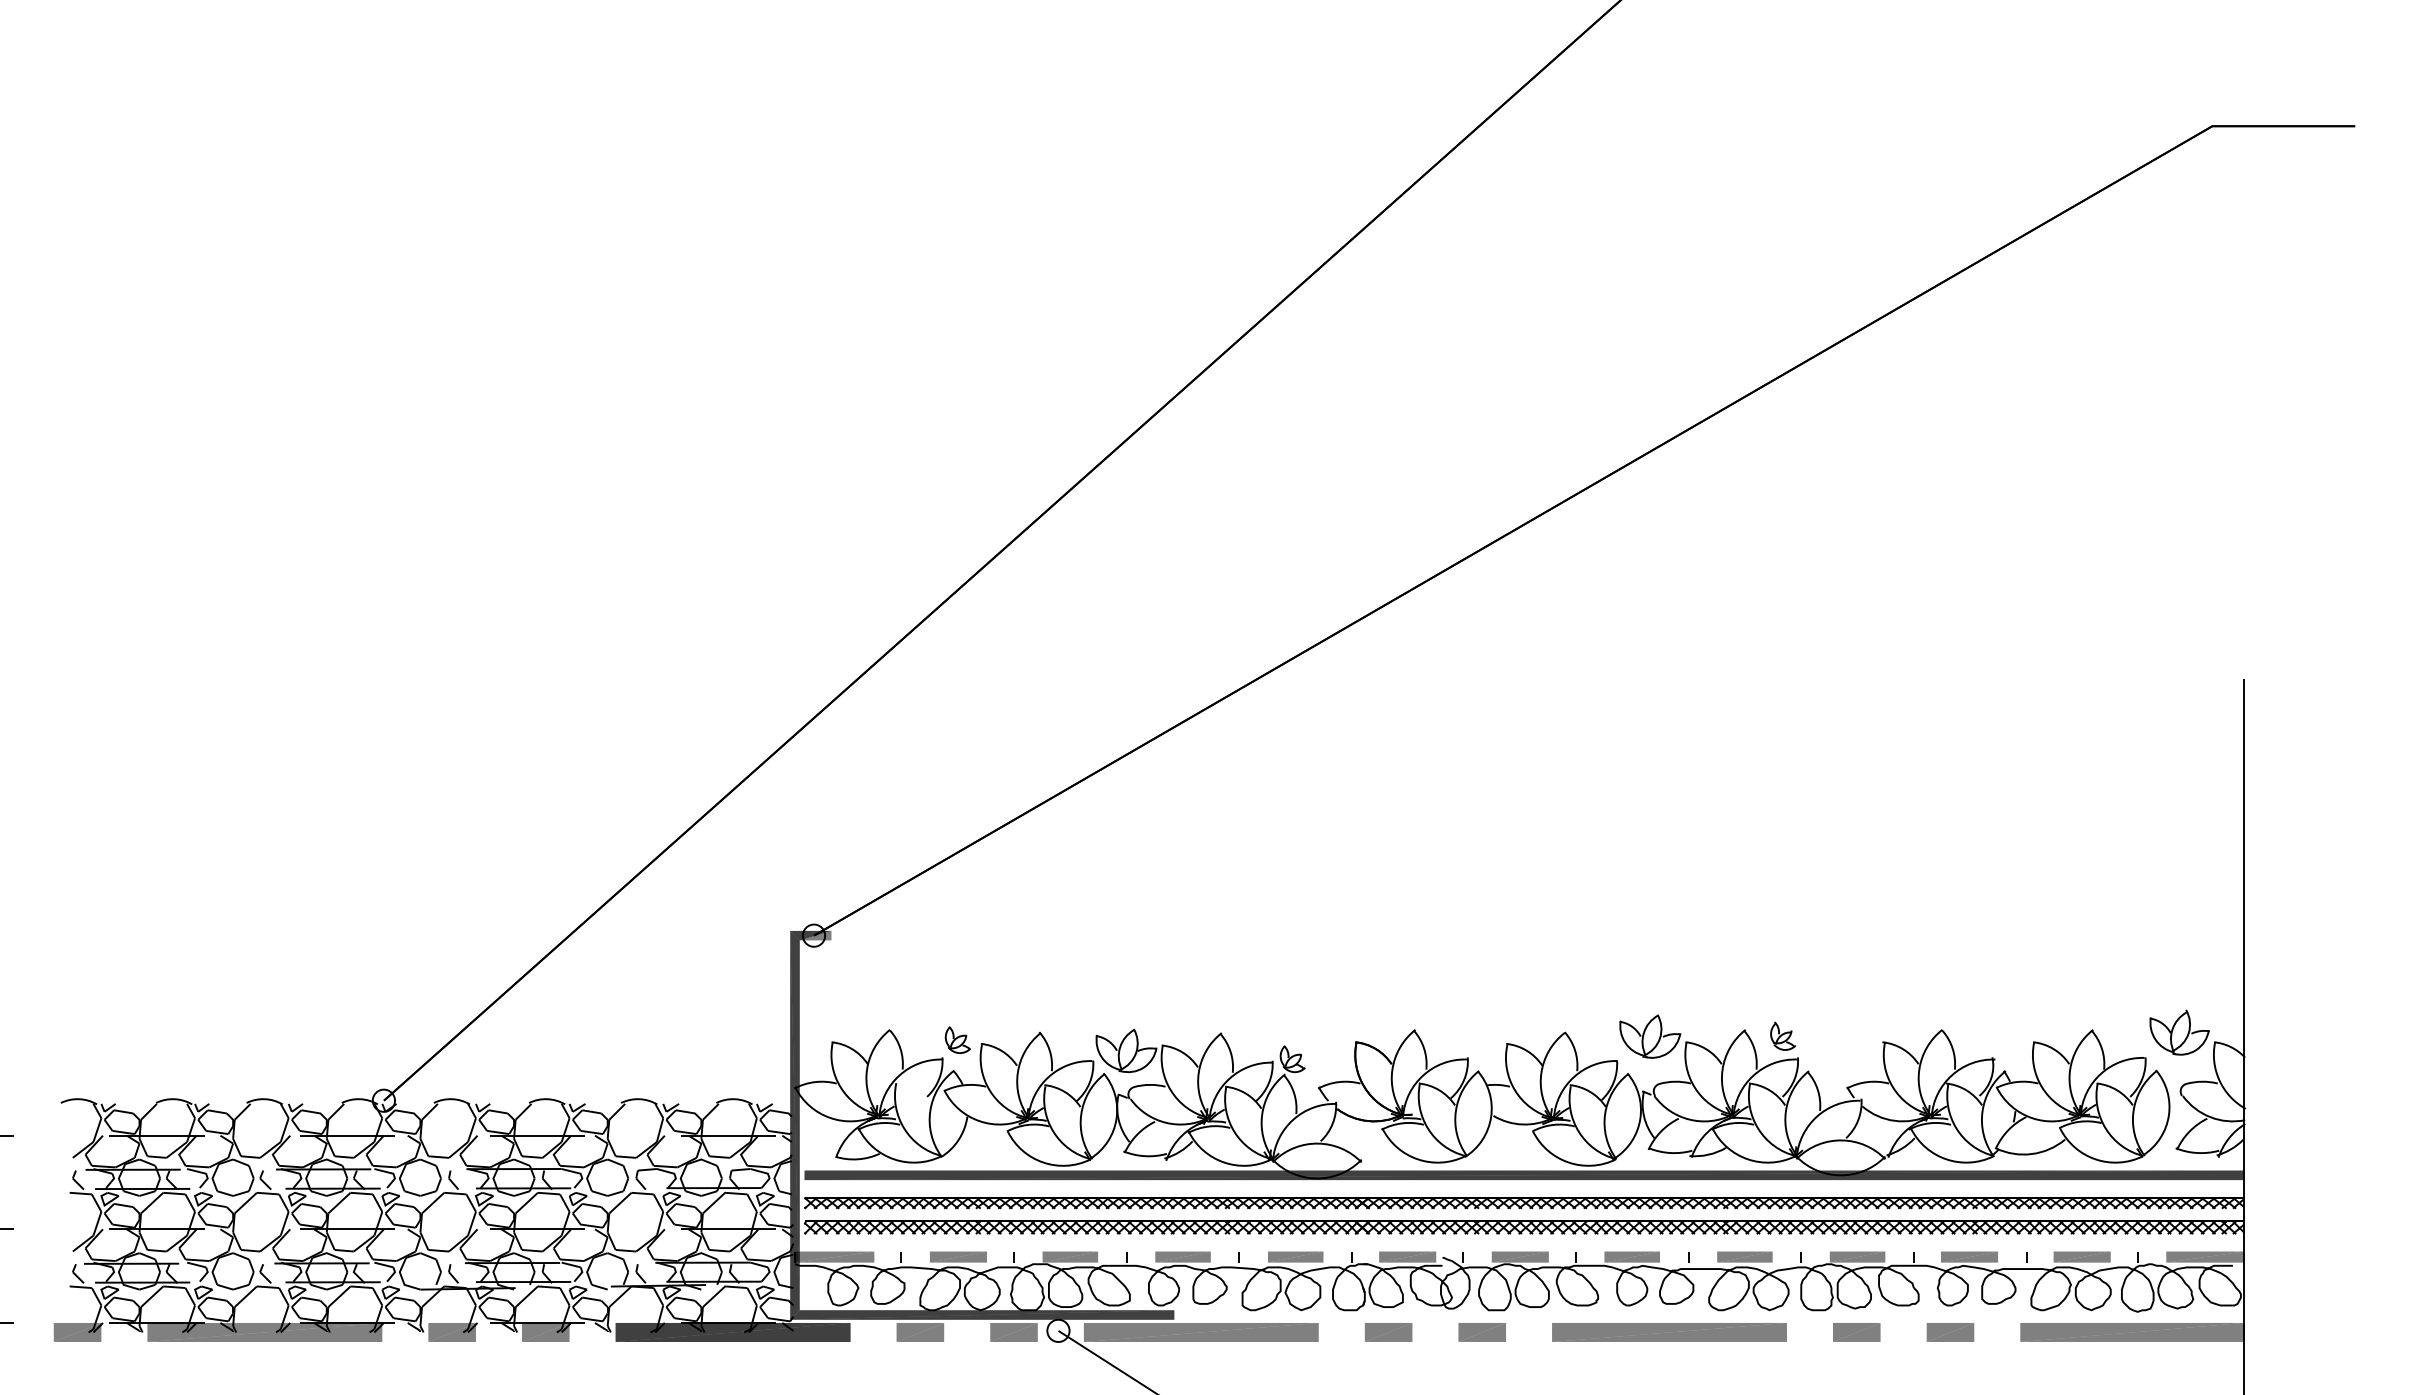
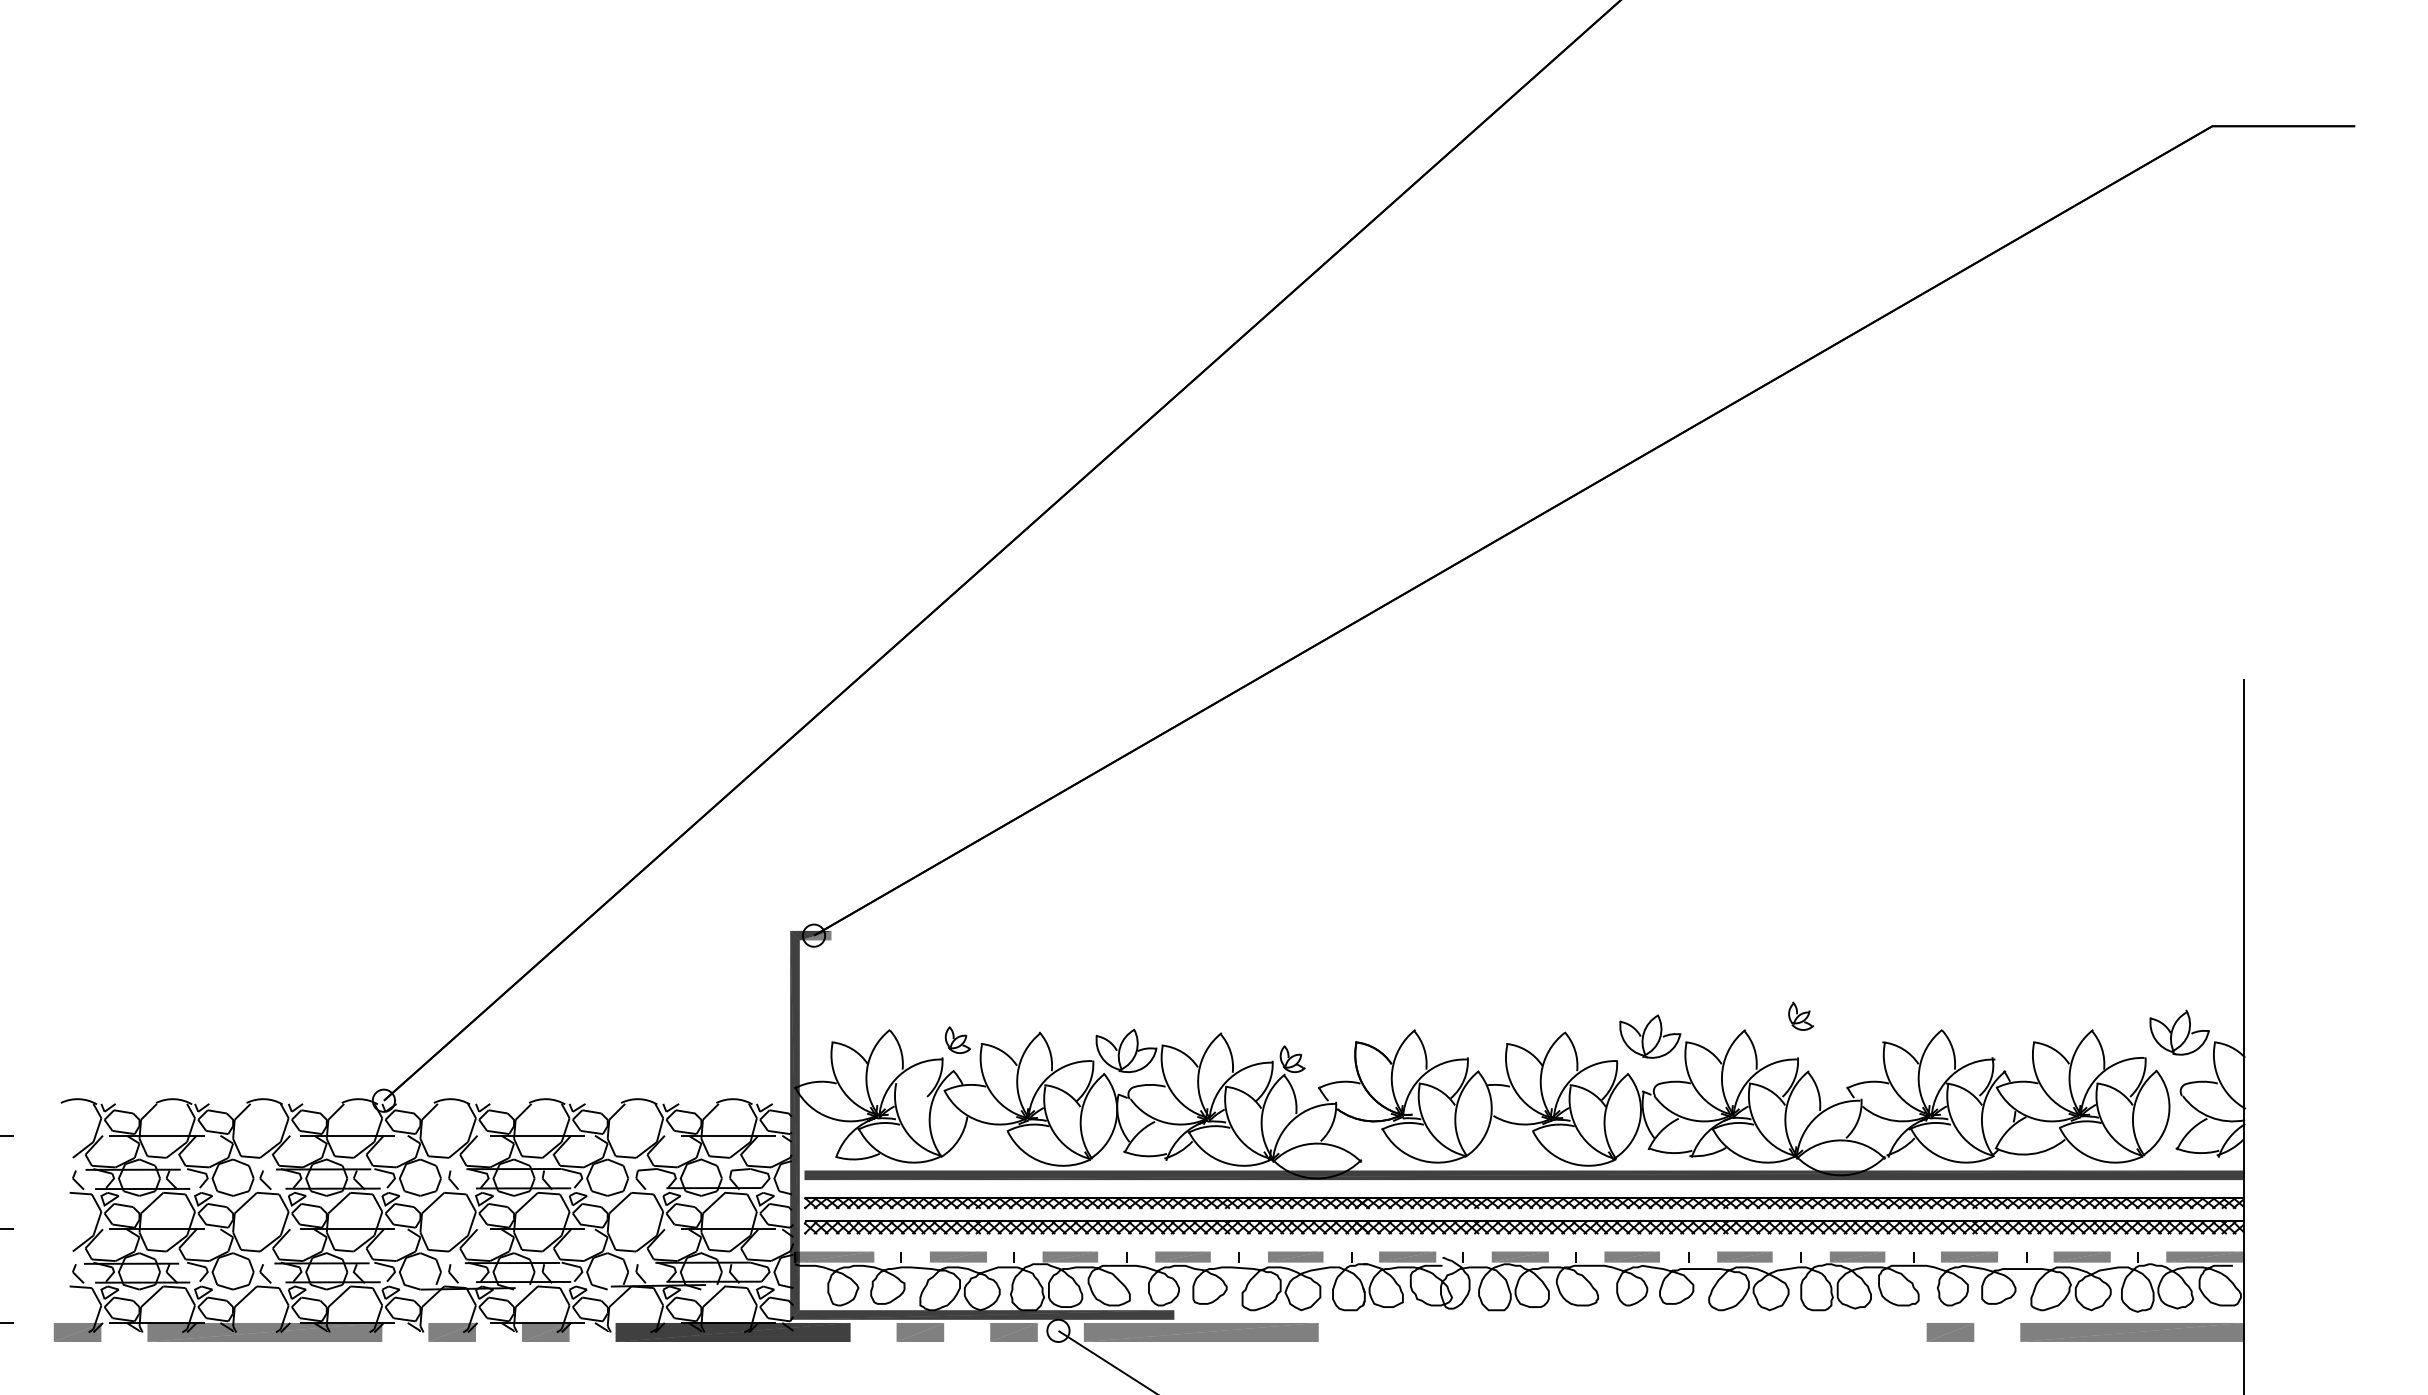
part at (1783, 1035) position: (1783, 1035) -> (1801, 1015)
part at (1388, 1332): present -> none
part at (1481, 1332): present -> none
part at (1669, 1332): present -> none
part at (1856, 1332): present -> none
